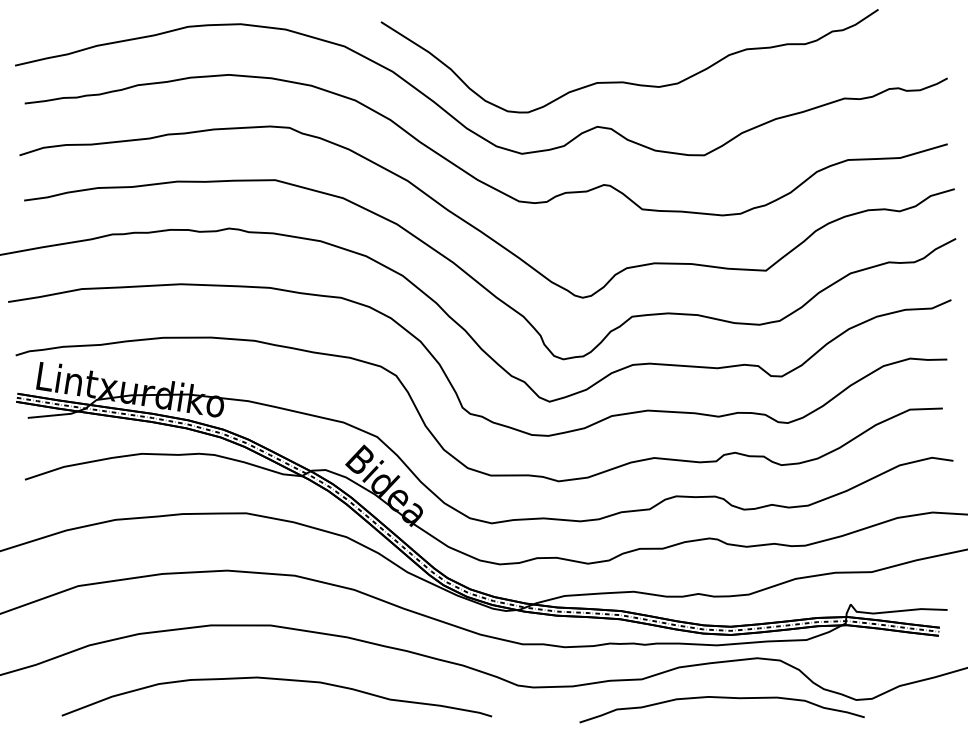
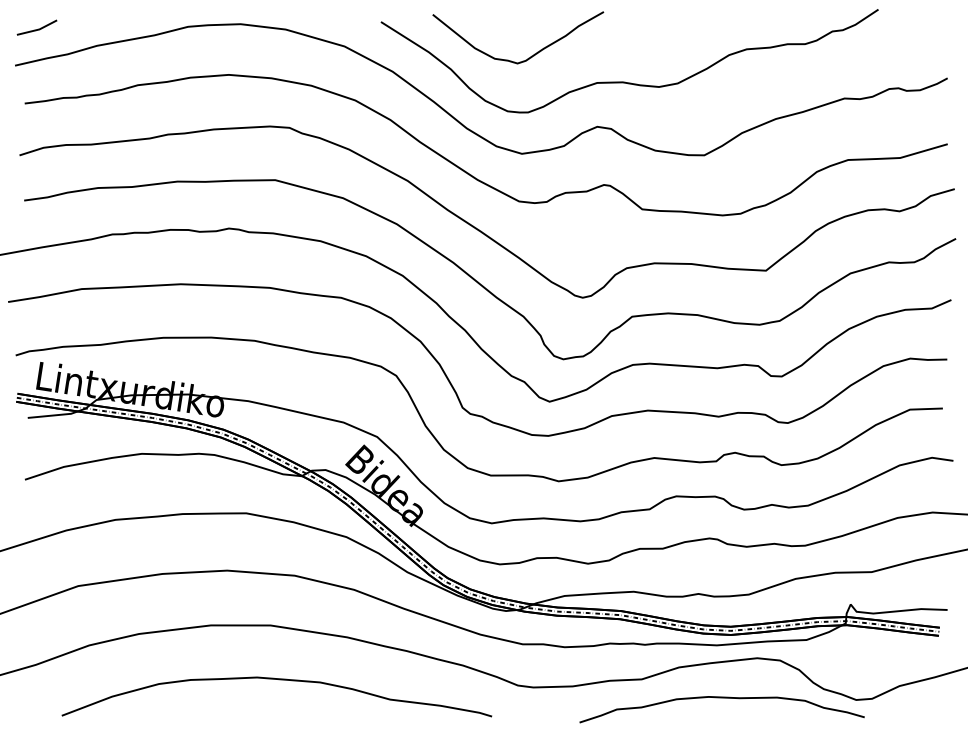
line at (36, 29): none -> present
curve at (531, 55): none -> present
